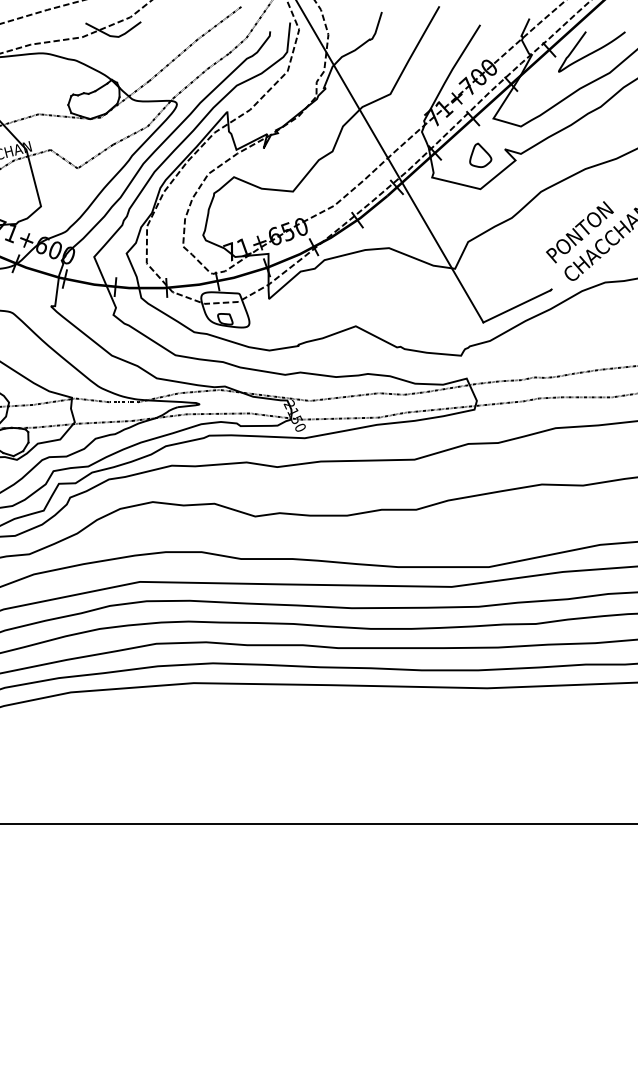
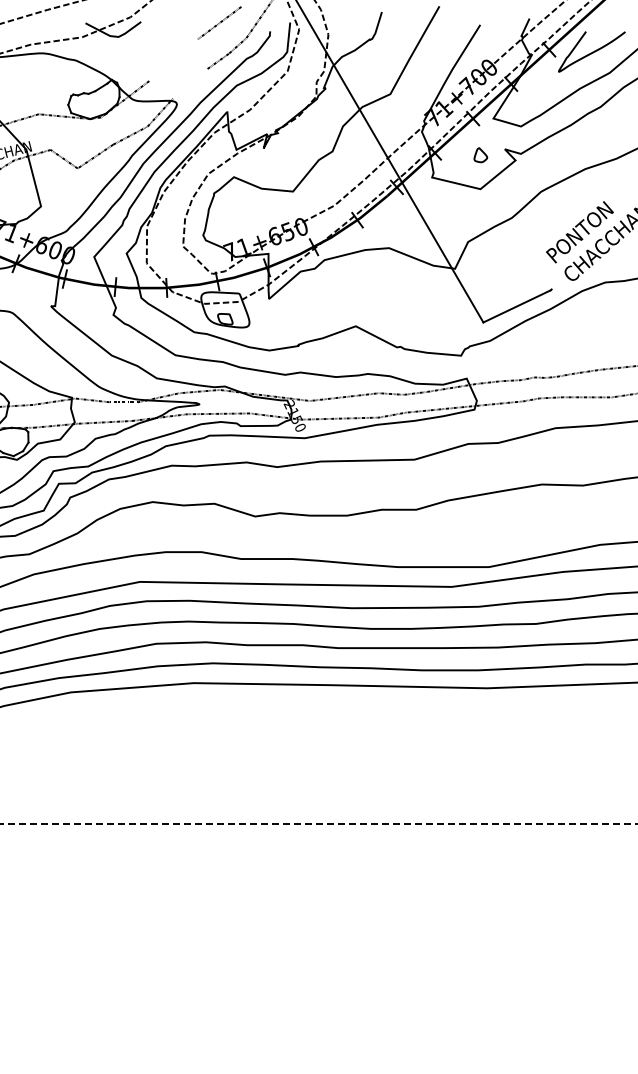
line at (173, 60): present -> none
line at (190, 83): present -> none
part at (480, 154) size: 24x26 px -> 16x17 px
line at (319, 824): solid -> dashed
